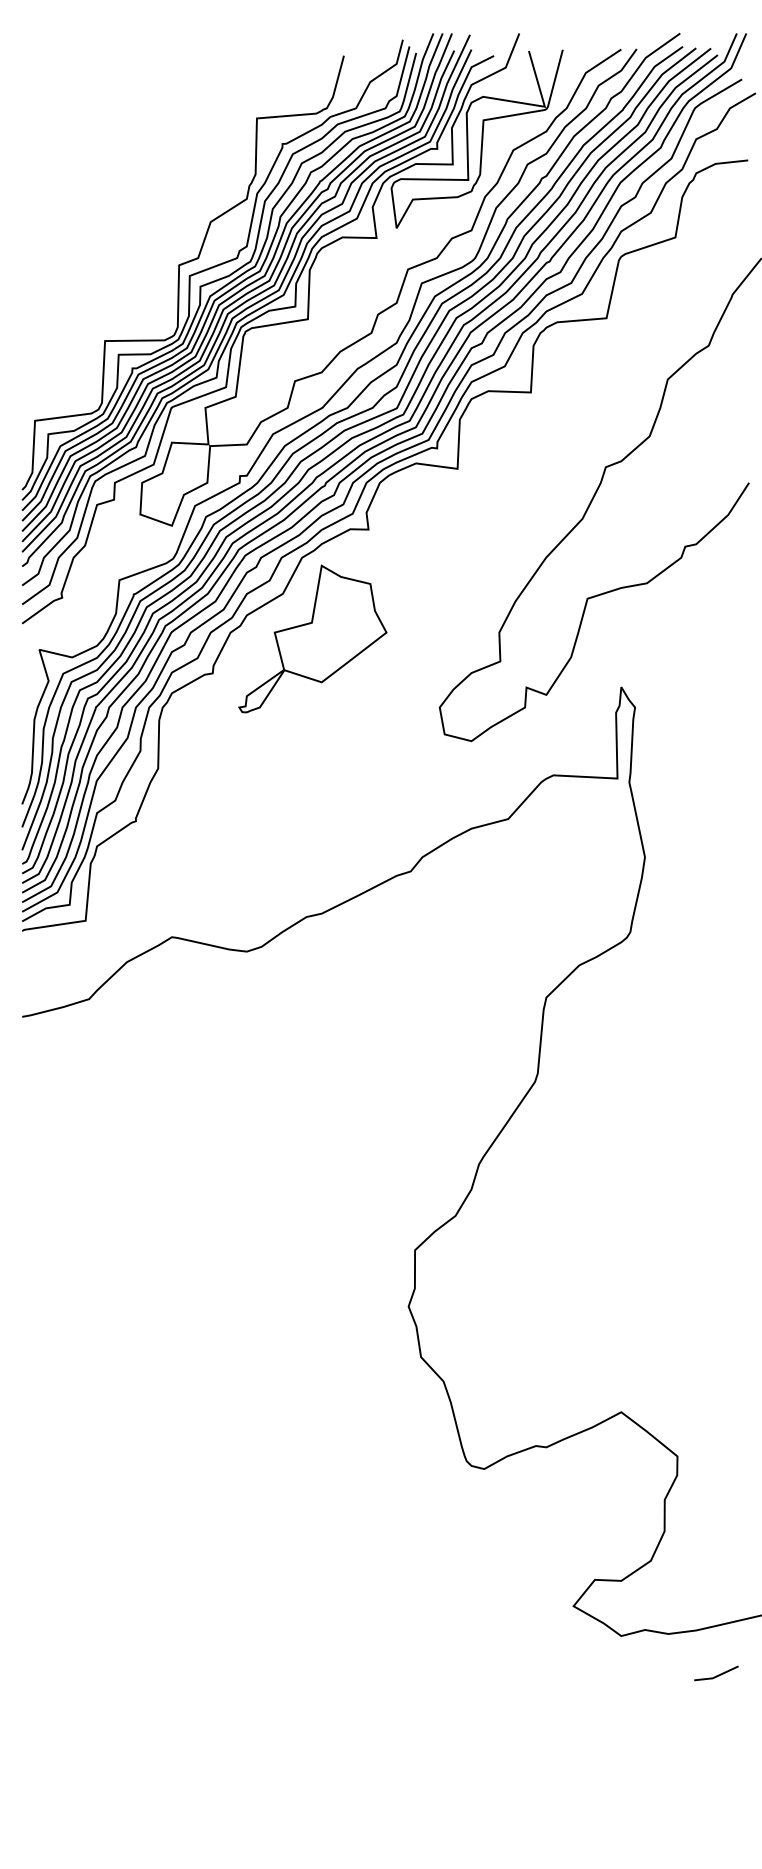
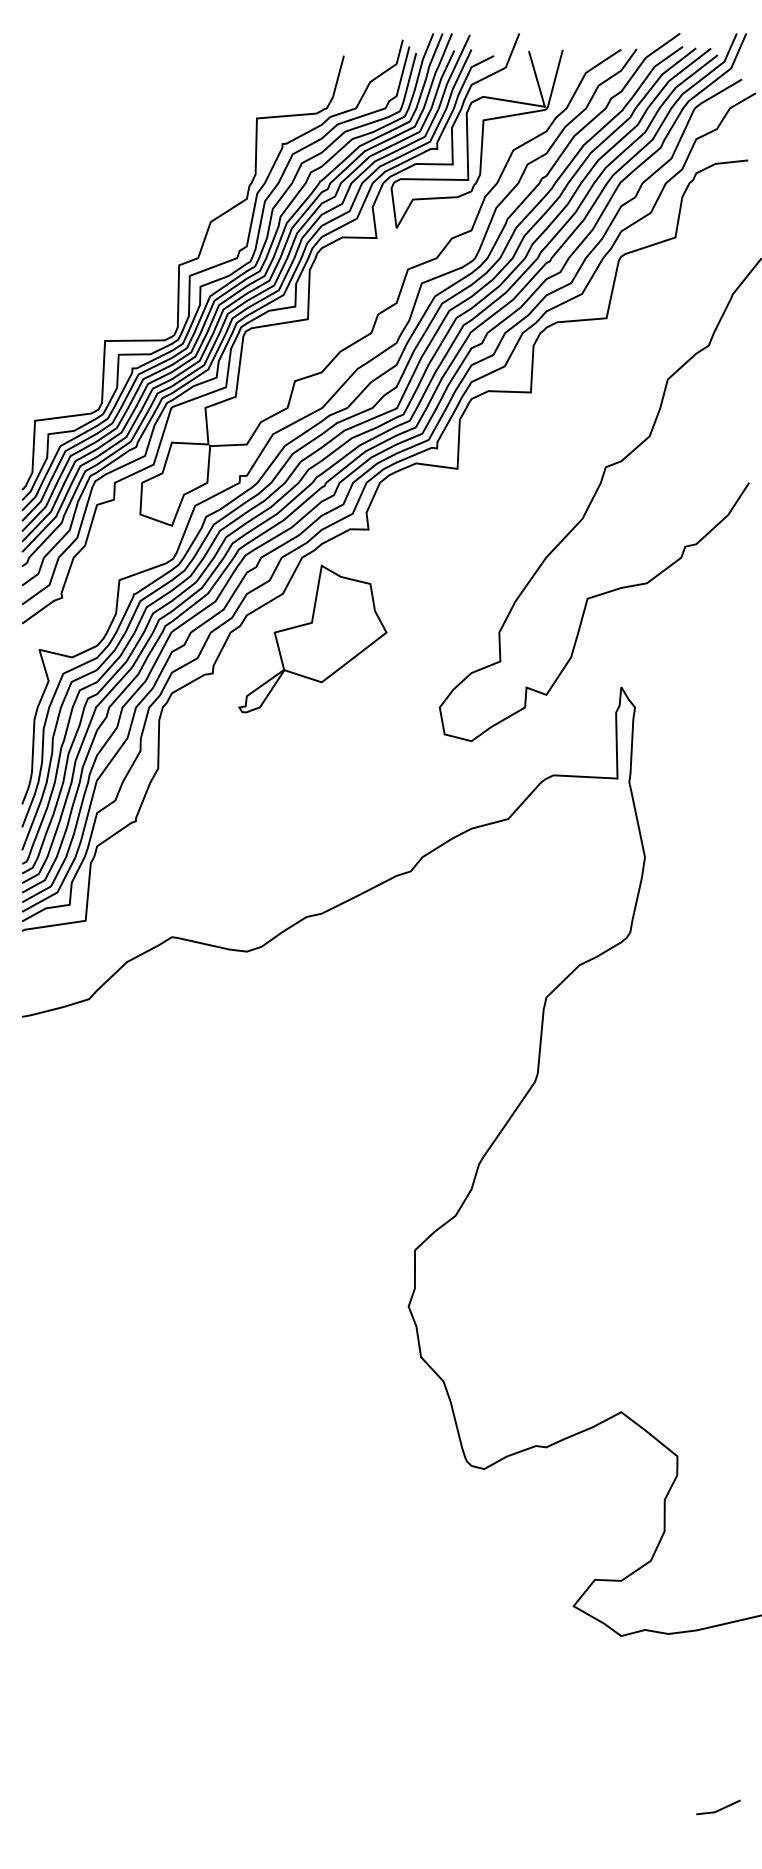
line at (716, 1675) position: (716, 1675) -> (718, 1809)
